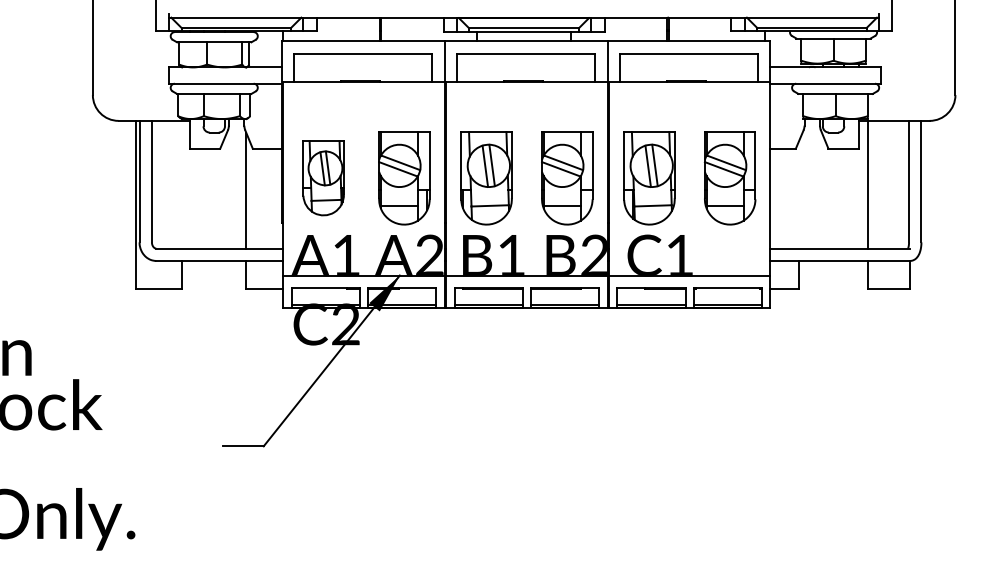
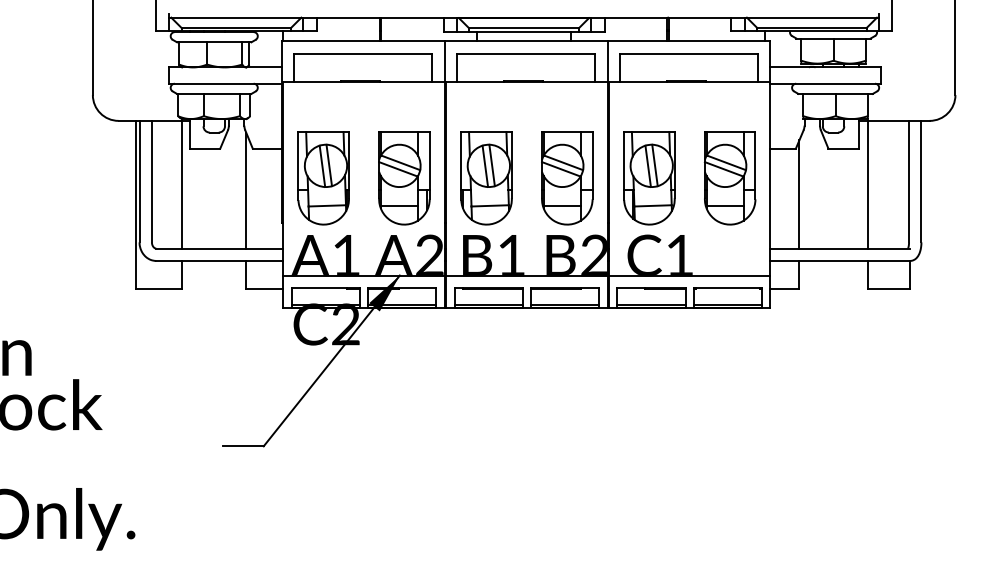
part at (323, 178) size: 43x77 px -> 53x95 px
line at (182, 184): none -> present
line at (799, 194): none -> present
